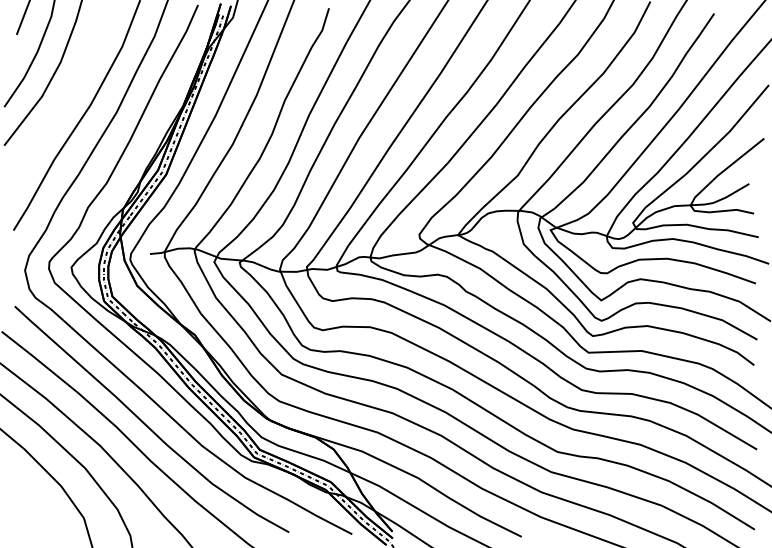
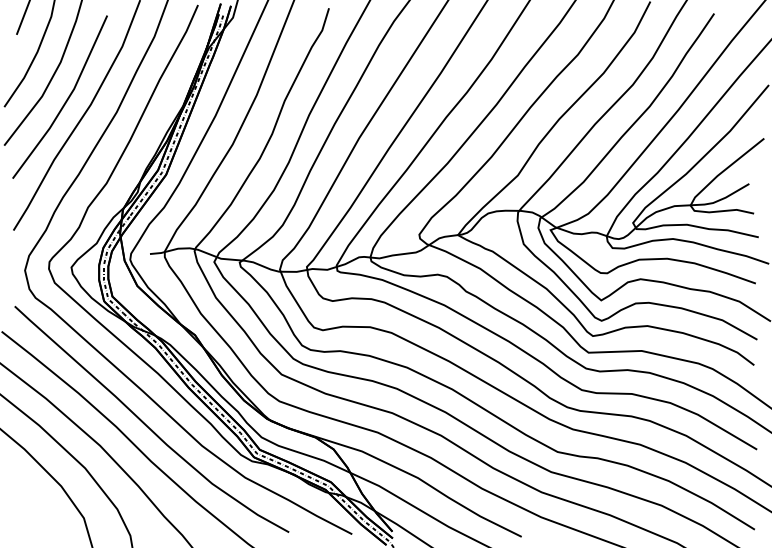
line at (65, 100): none -> present
